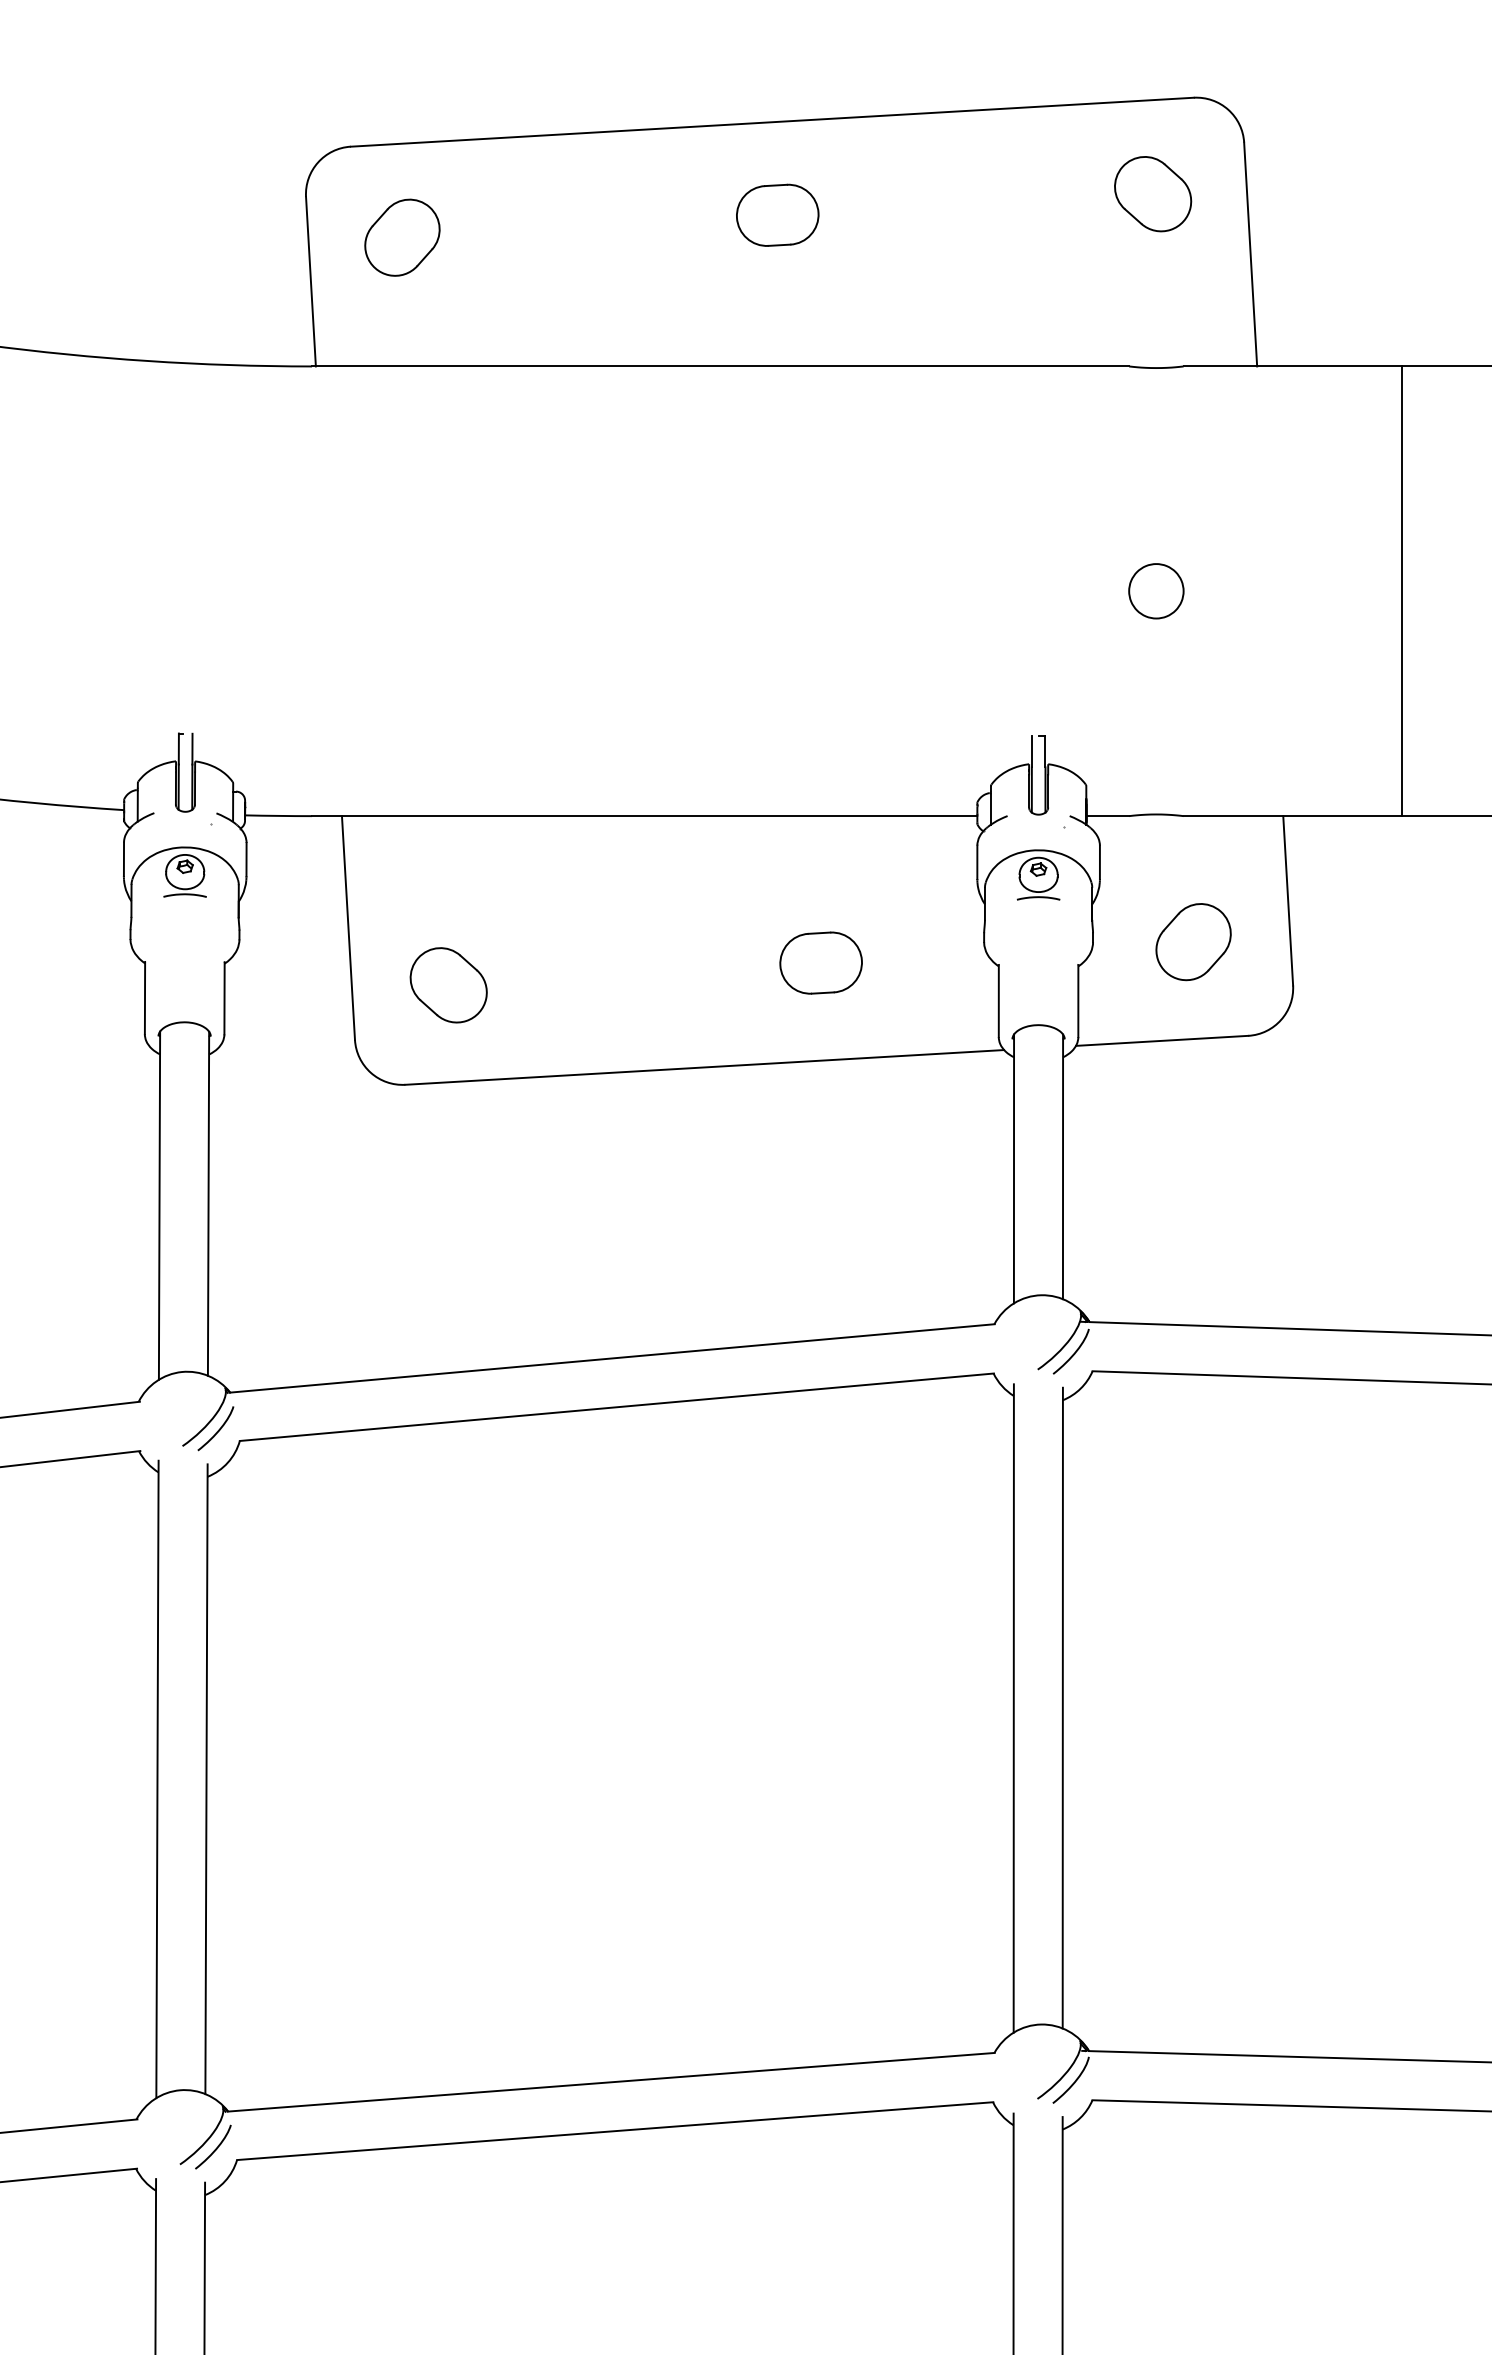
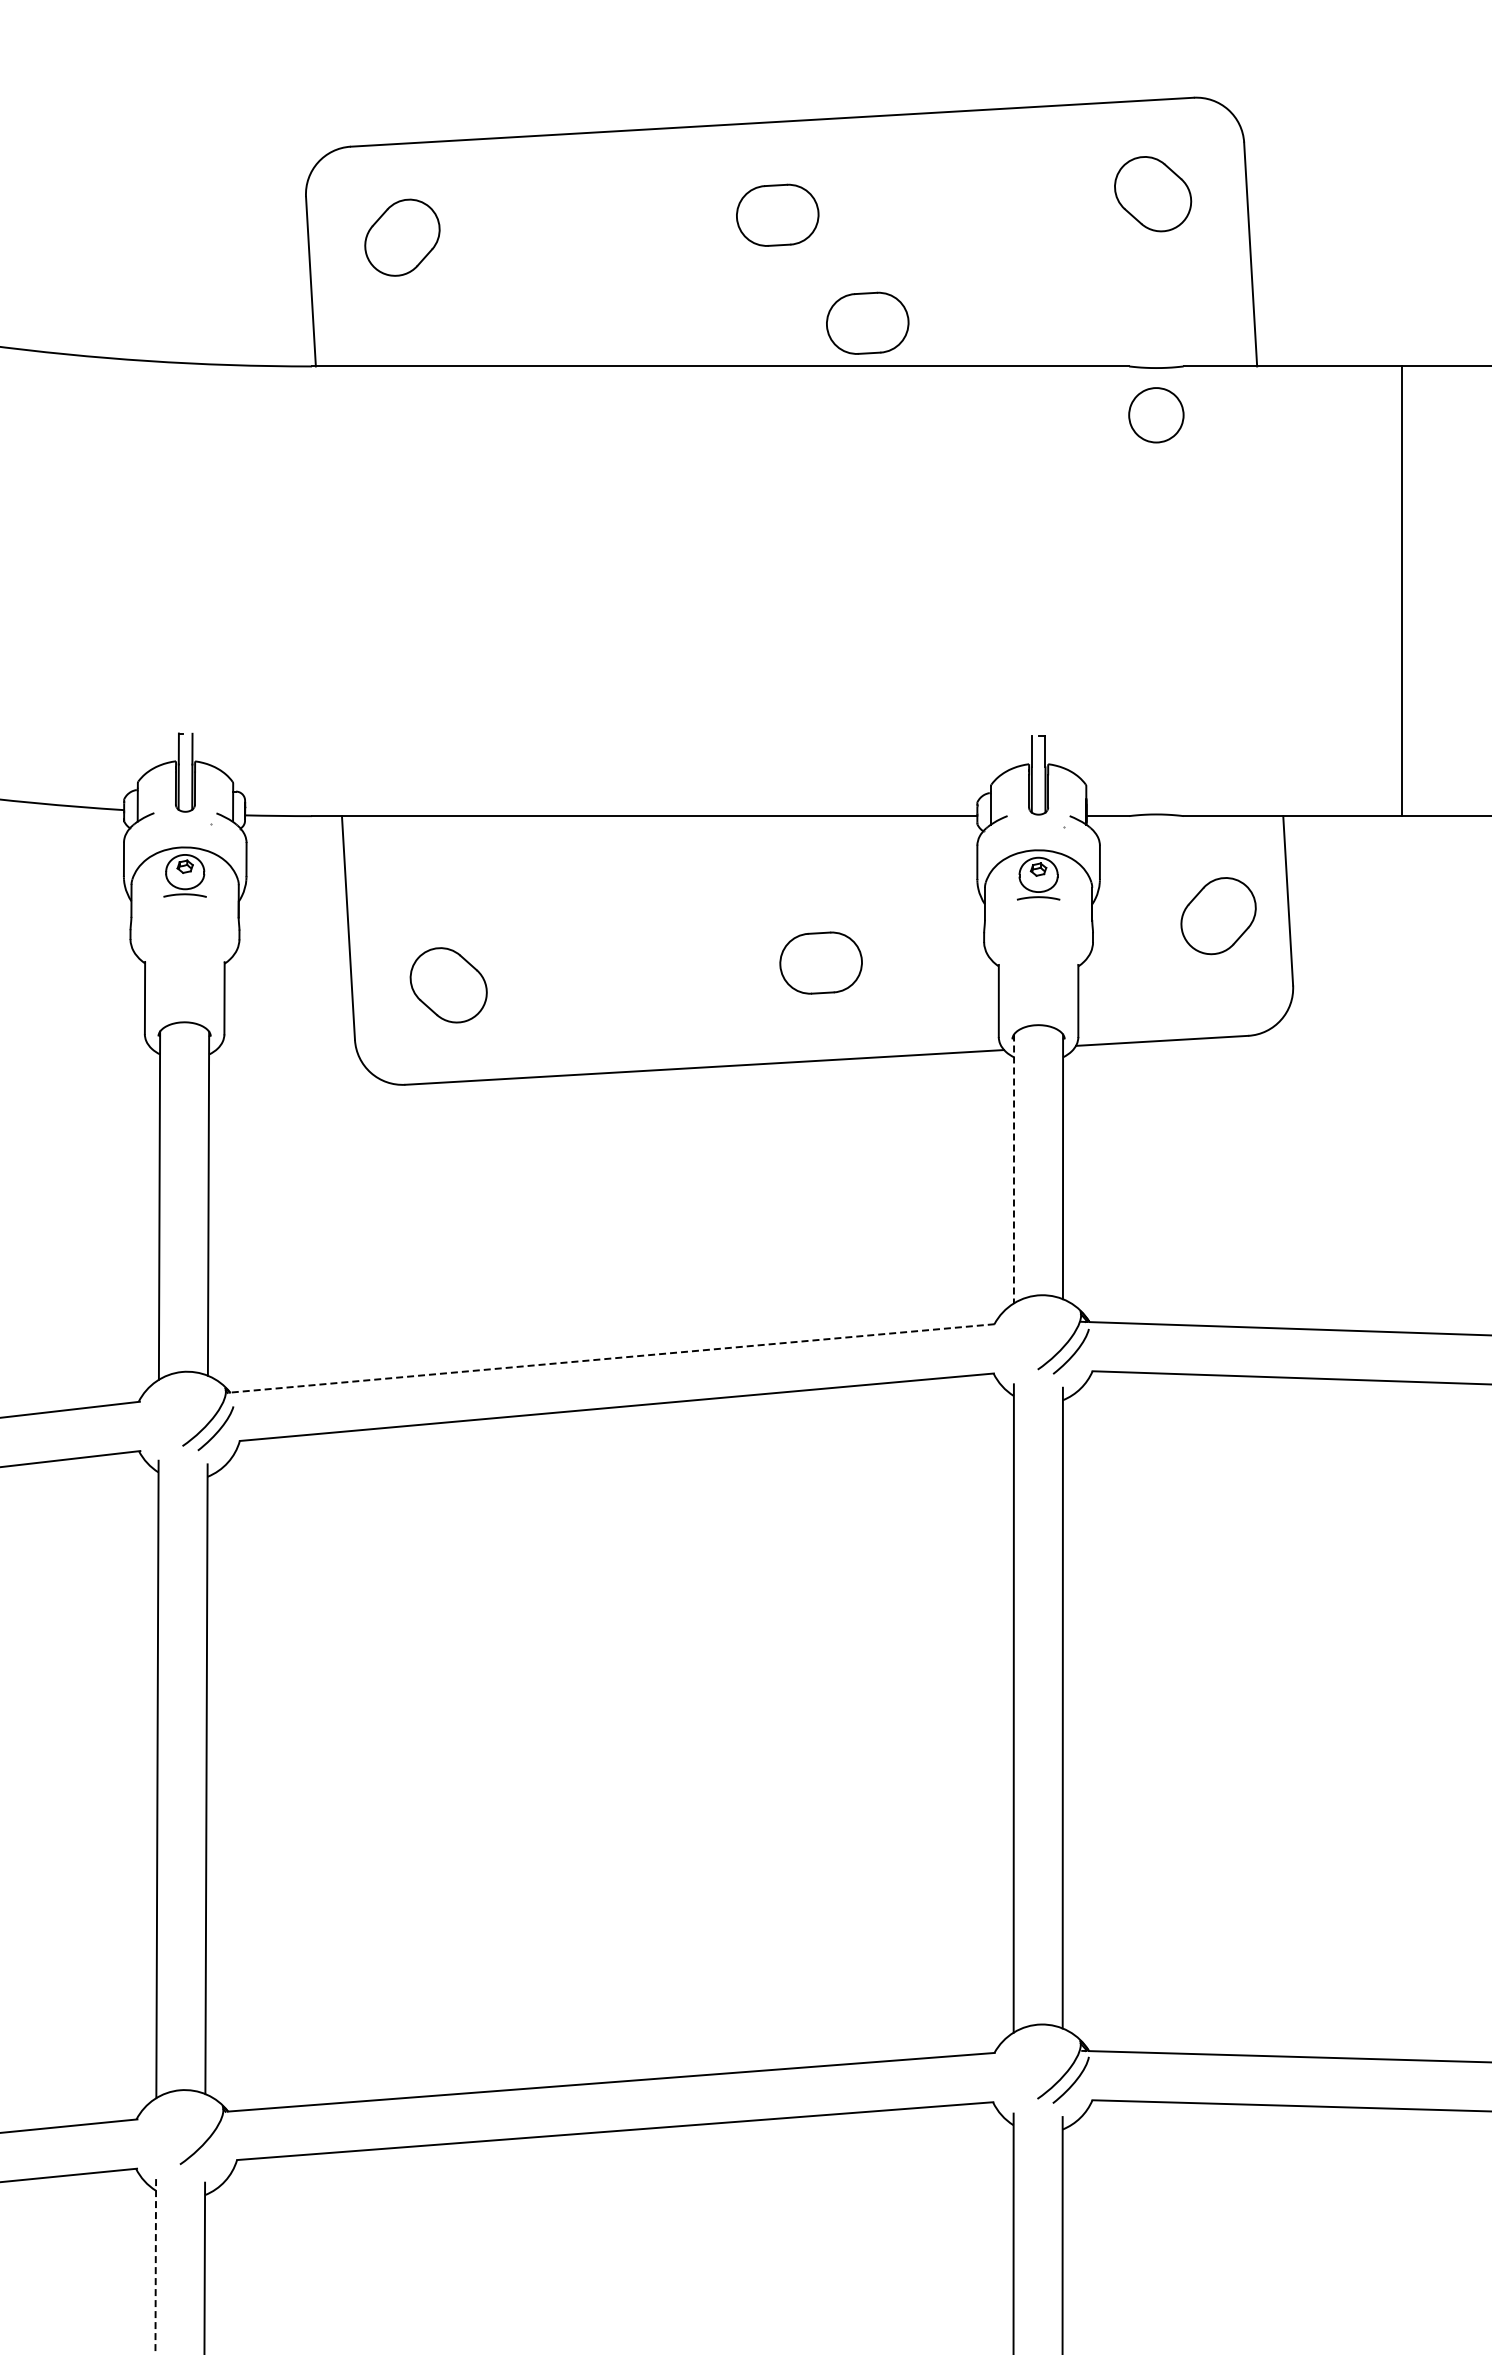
part at (867, 322): none -> present
part at (1156, 591) position: (1156, 591) -> (1156, 415)
part at (1193, 942) position: (1193, 942) -> (1218, 916)
line at (1014, 1169): solid -> dashed
line at (612, 1358): solid -> dashed
curve at (215, 2148): present -> none
line at (155, 2267): solid -> dashed
